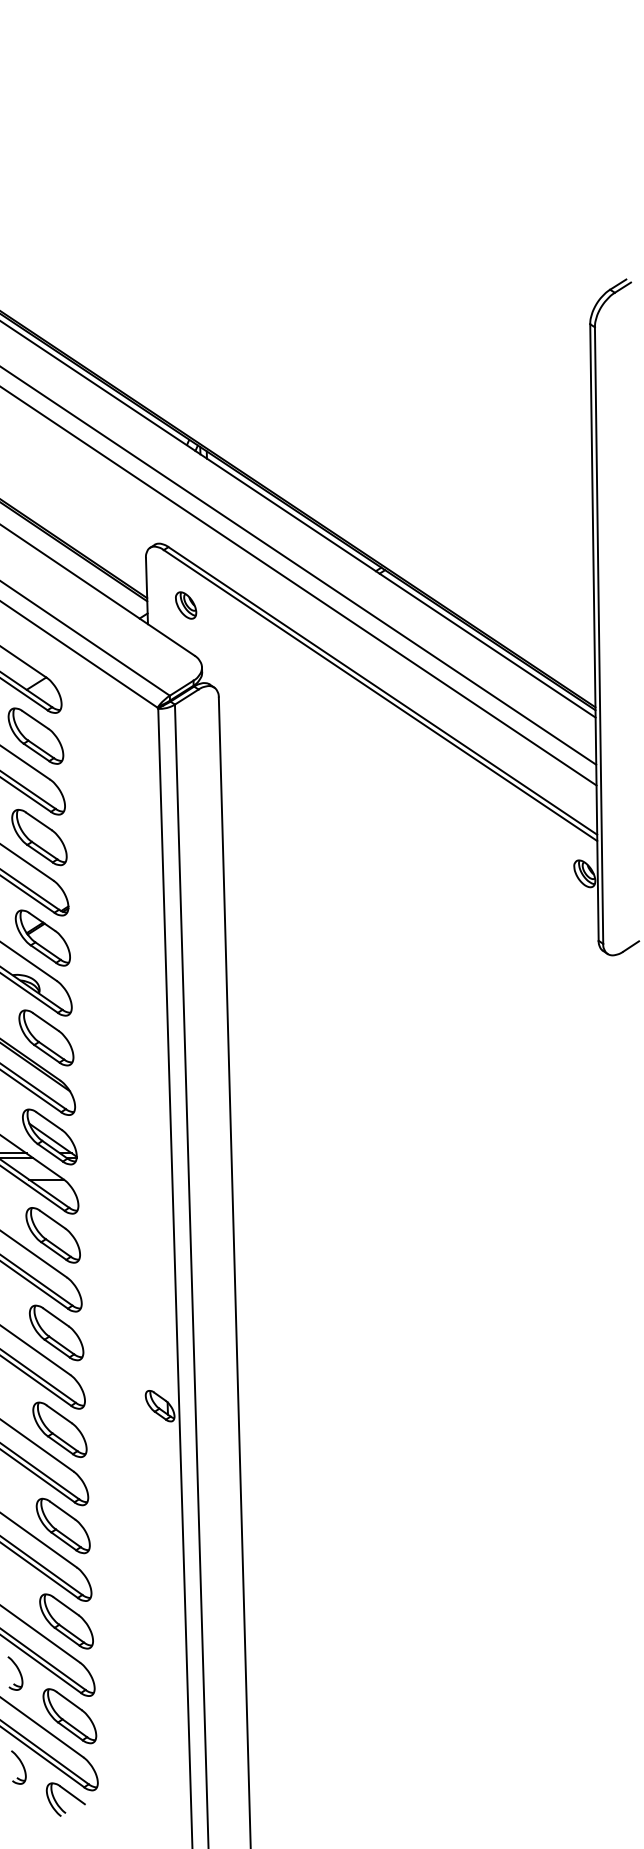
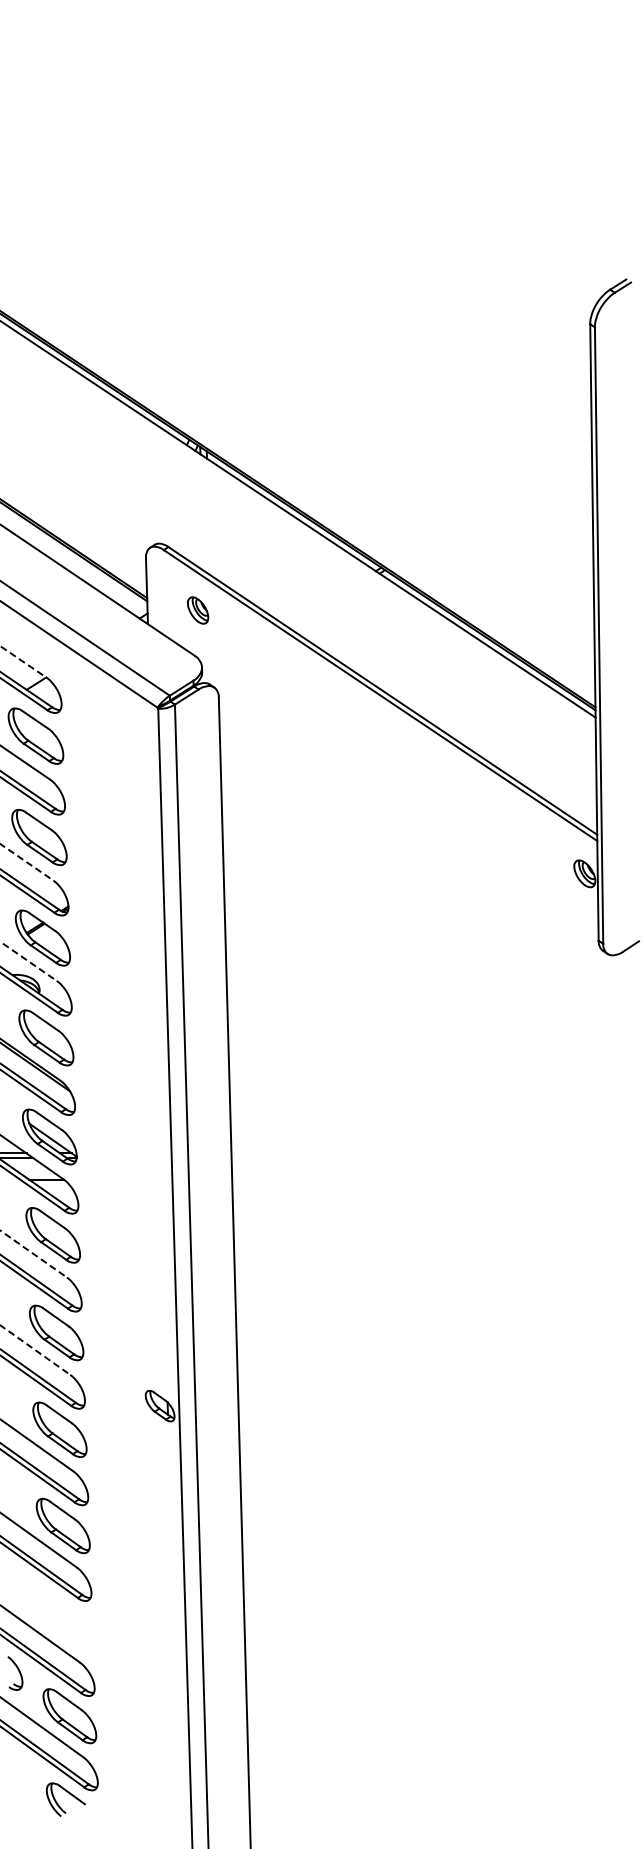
line at (299, 565): present -> none
line at (299, 586): present -> none
part at (186, 605) position: (186, 605) -> (198, 610)
line at (23, 661): solid -> dashed
line at (27, 862): solid -> dashed
line at (28, 961): solid -> dashed
line at (34, 1254): solid -> dashed
line at (35, 1350): solid -> dashed
part at (66, 1621): present -> none
part at (18, 1767): present -> none
